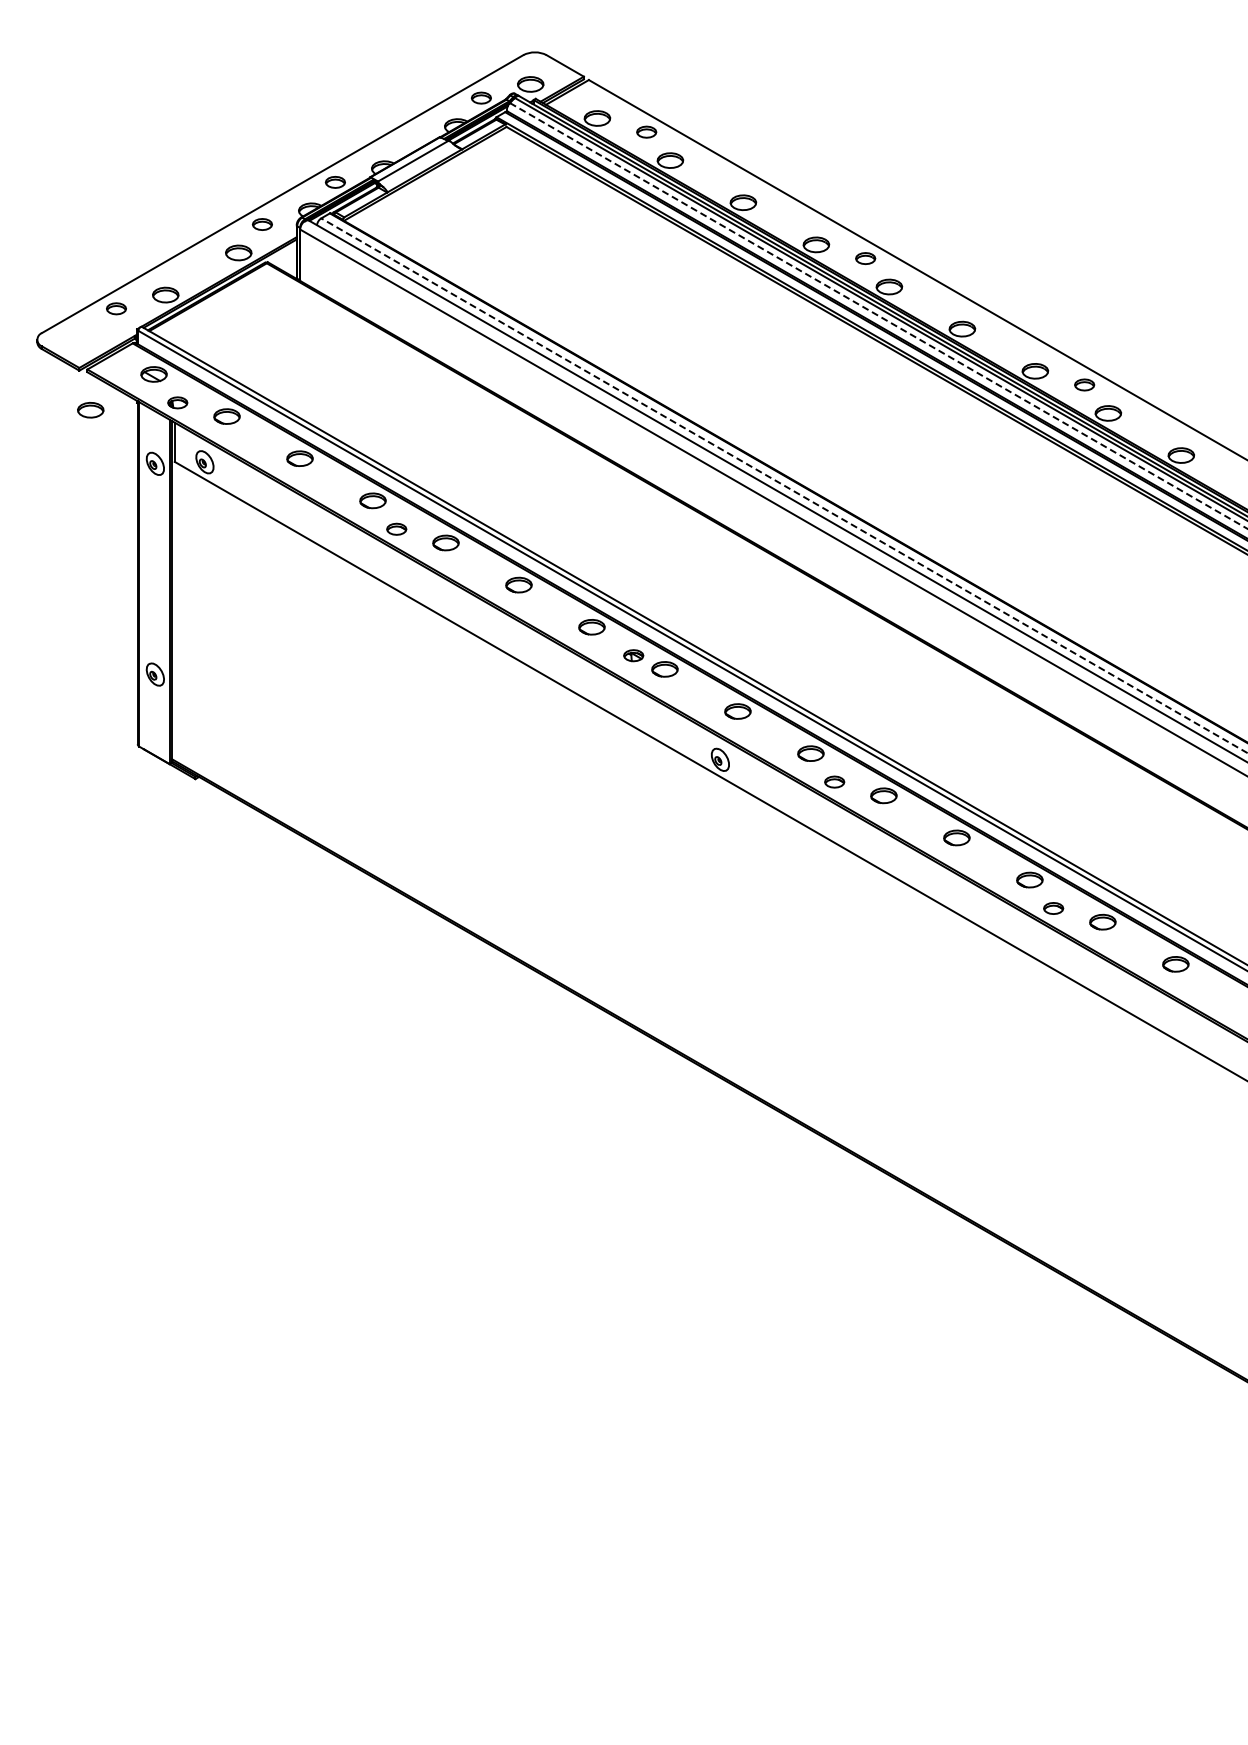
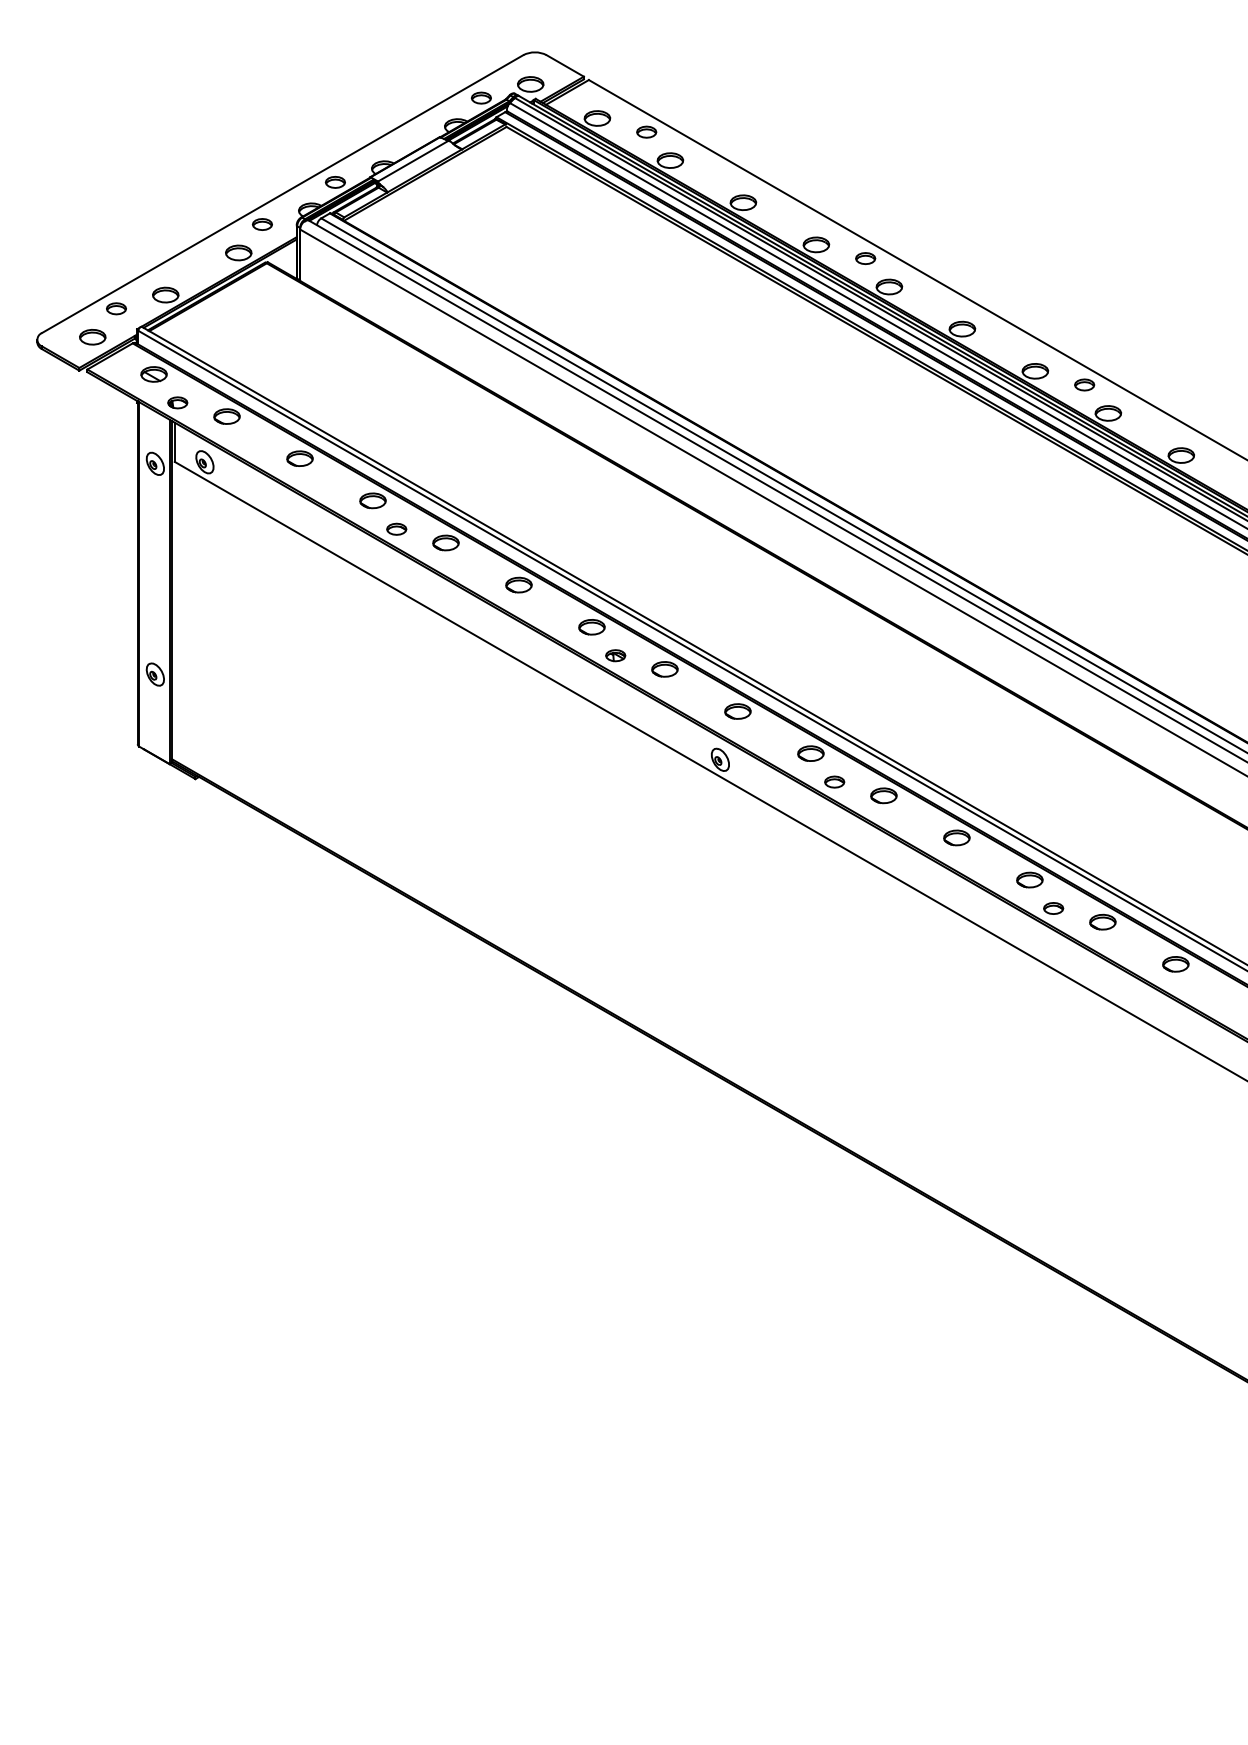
line at (878, 316): dashed -> solid
part at (90, 410) position: (90, 410) -> (92, 337)
line at (784, 485): dashed -> solid
part at (633, 655) position: (633, 655) -> (615, 655)
